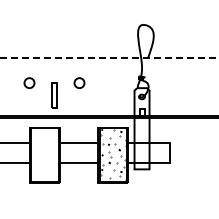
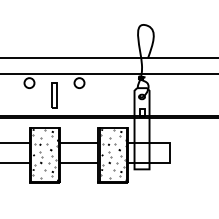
line at (109, 58): dashed -> solid
line at (108, 74): none -> present
hatch at (45, 155): none -> present
